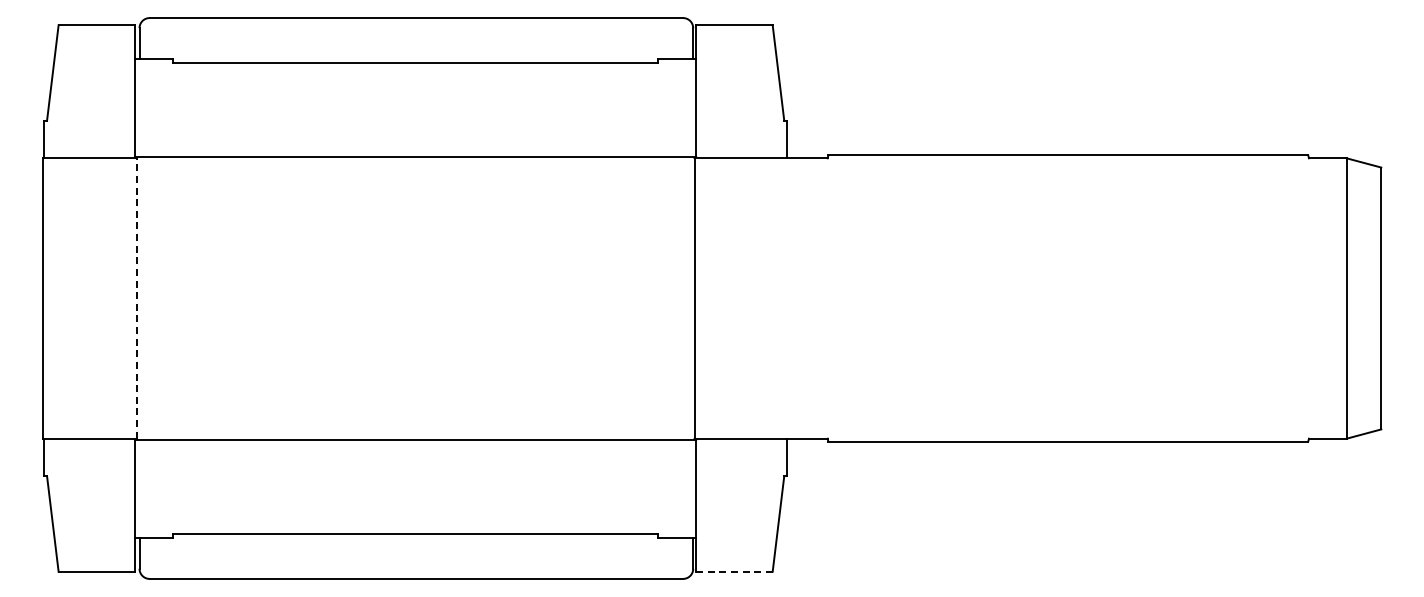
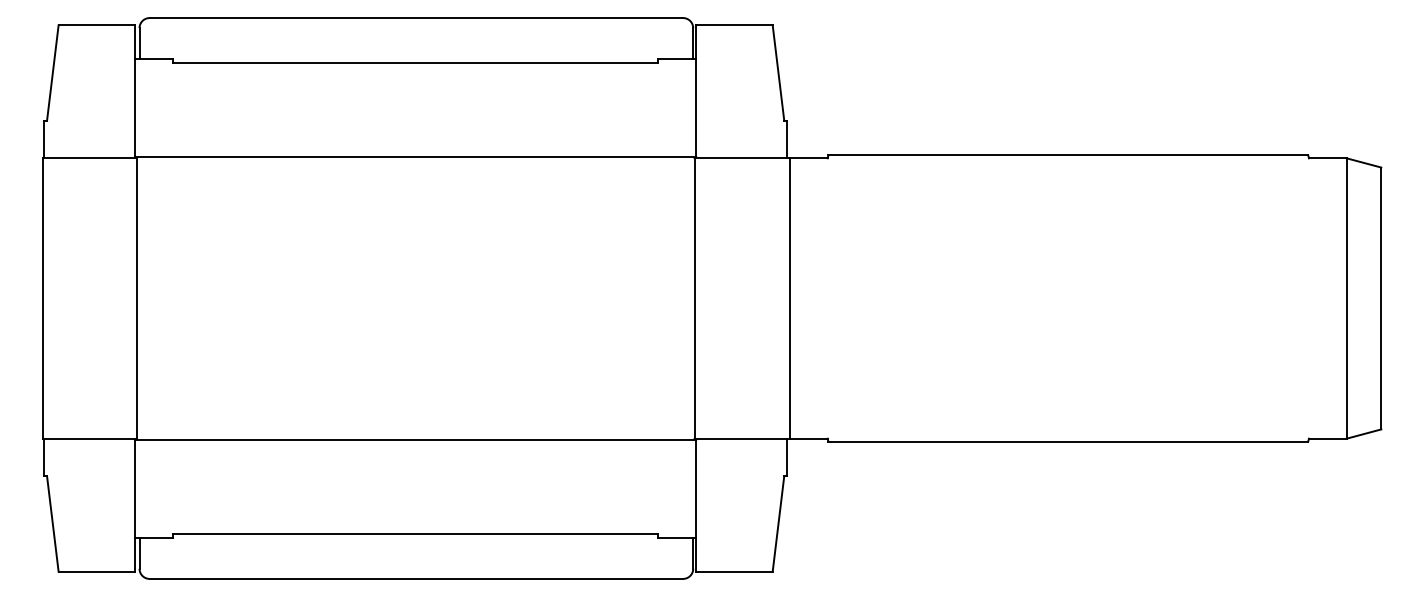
line at (136, 298): dashed -> solid
line at (790, 298): none -> present
line at (734, 571): dashed -> solid
